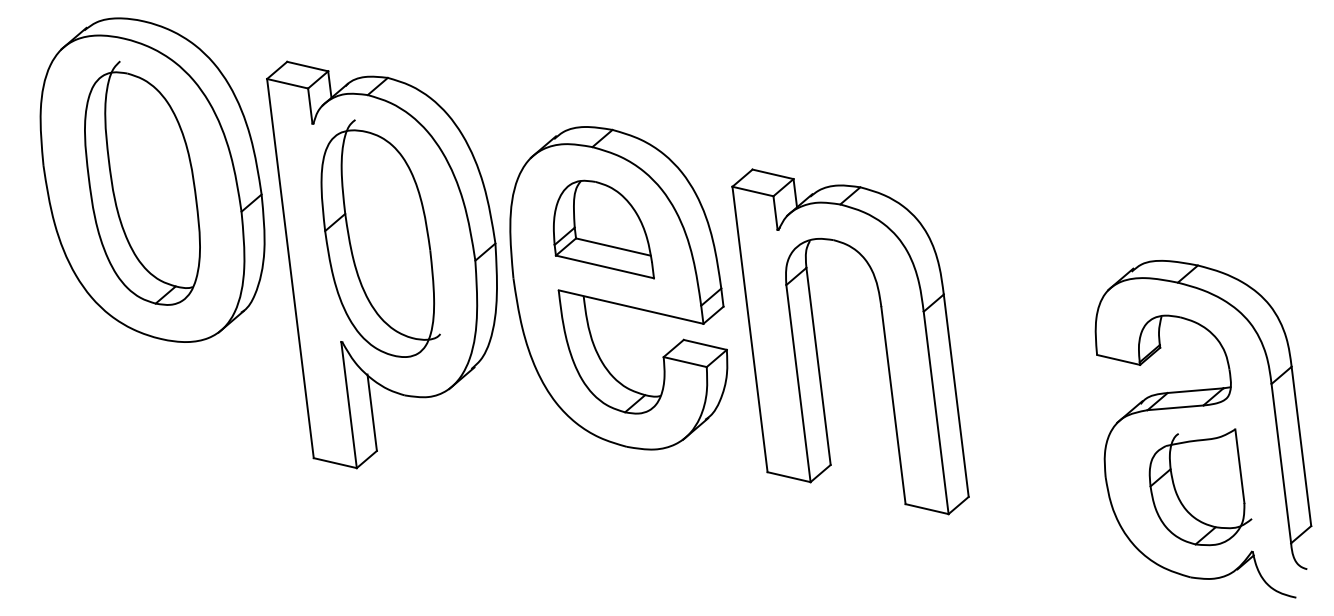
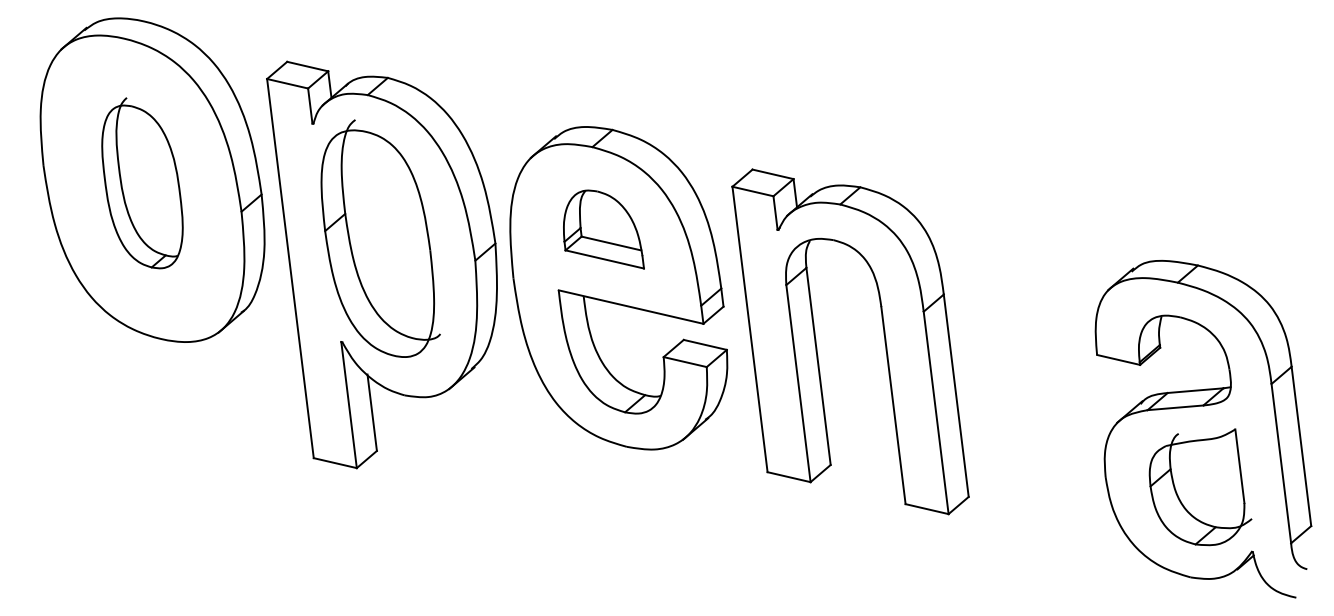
part at (142, 182) size: 117x246 px -> 83x173 px
part at (603, 229) size: 102x101 px -> 82x81 px
